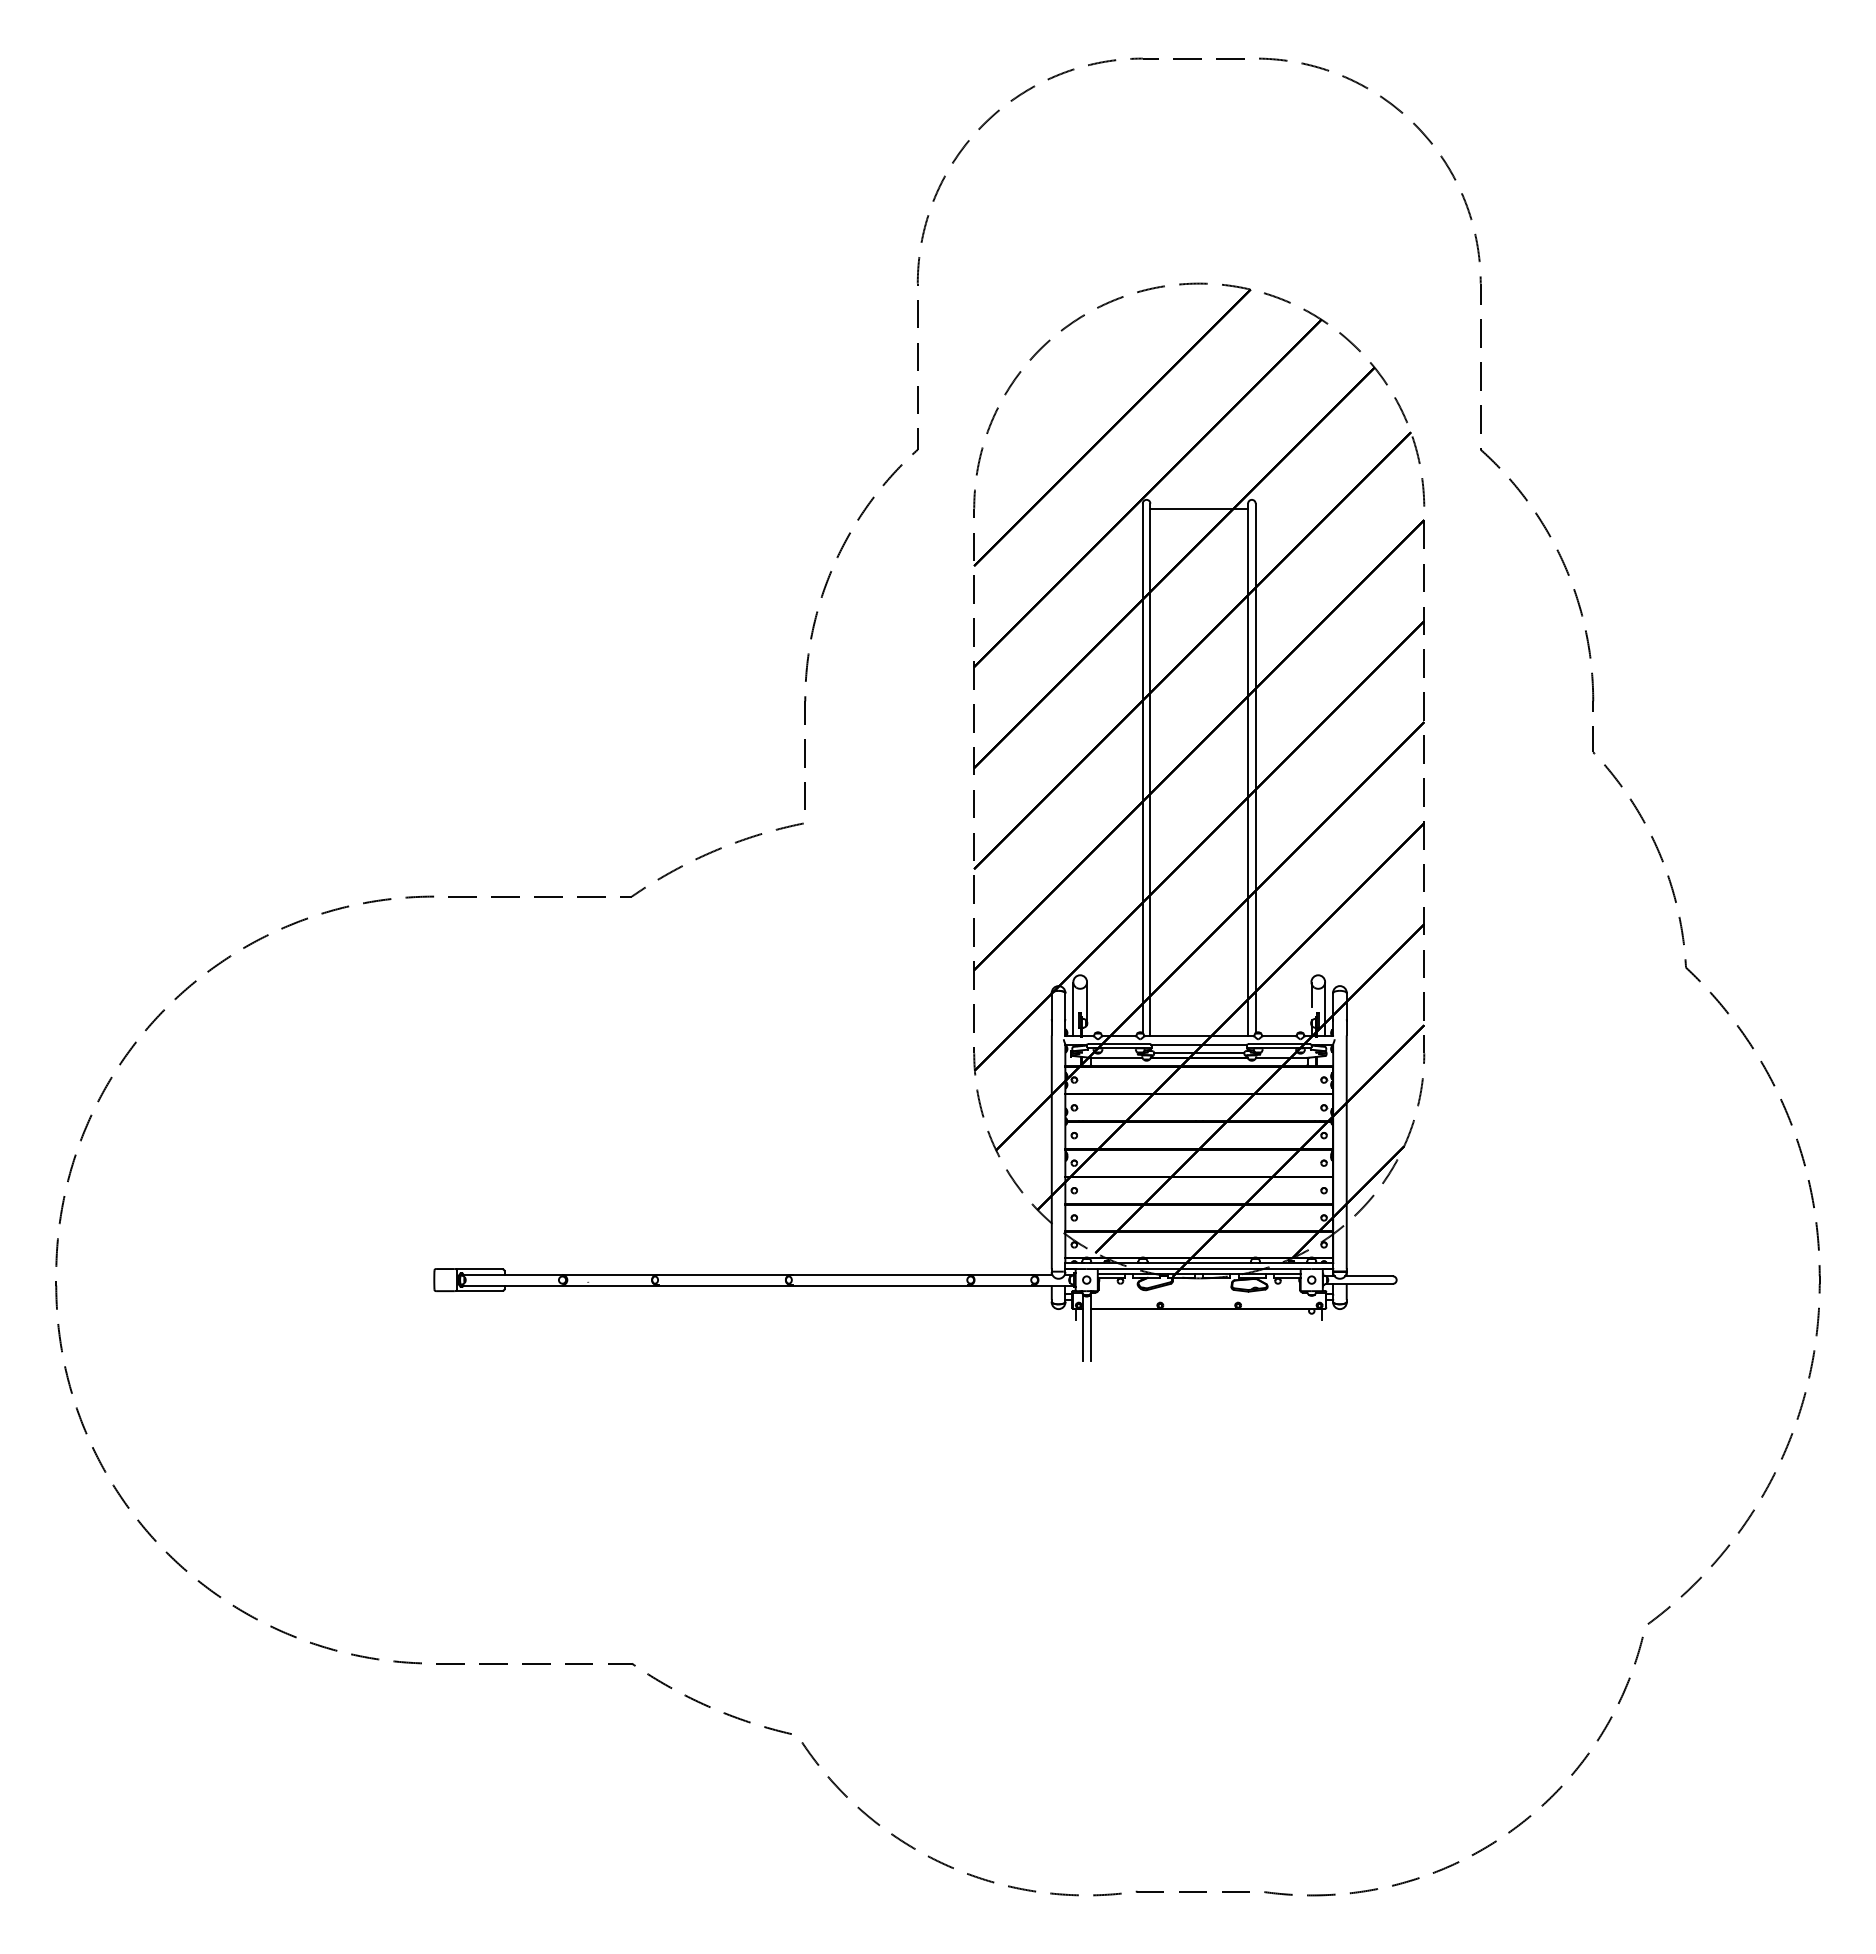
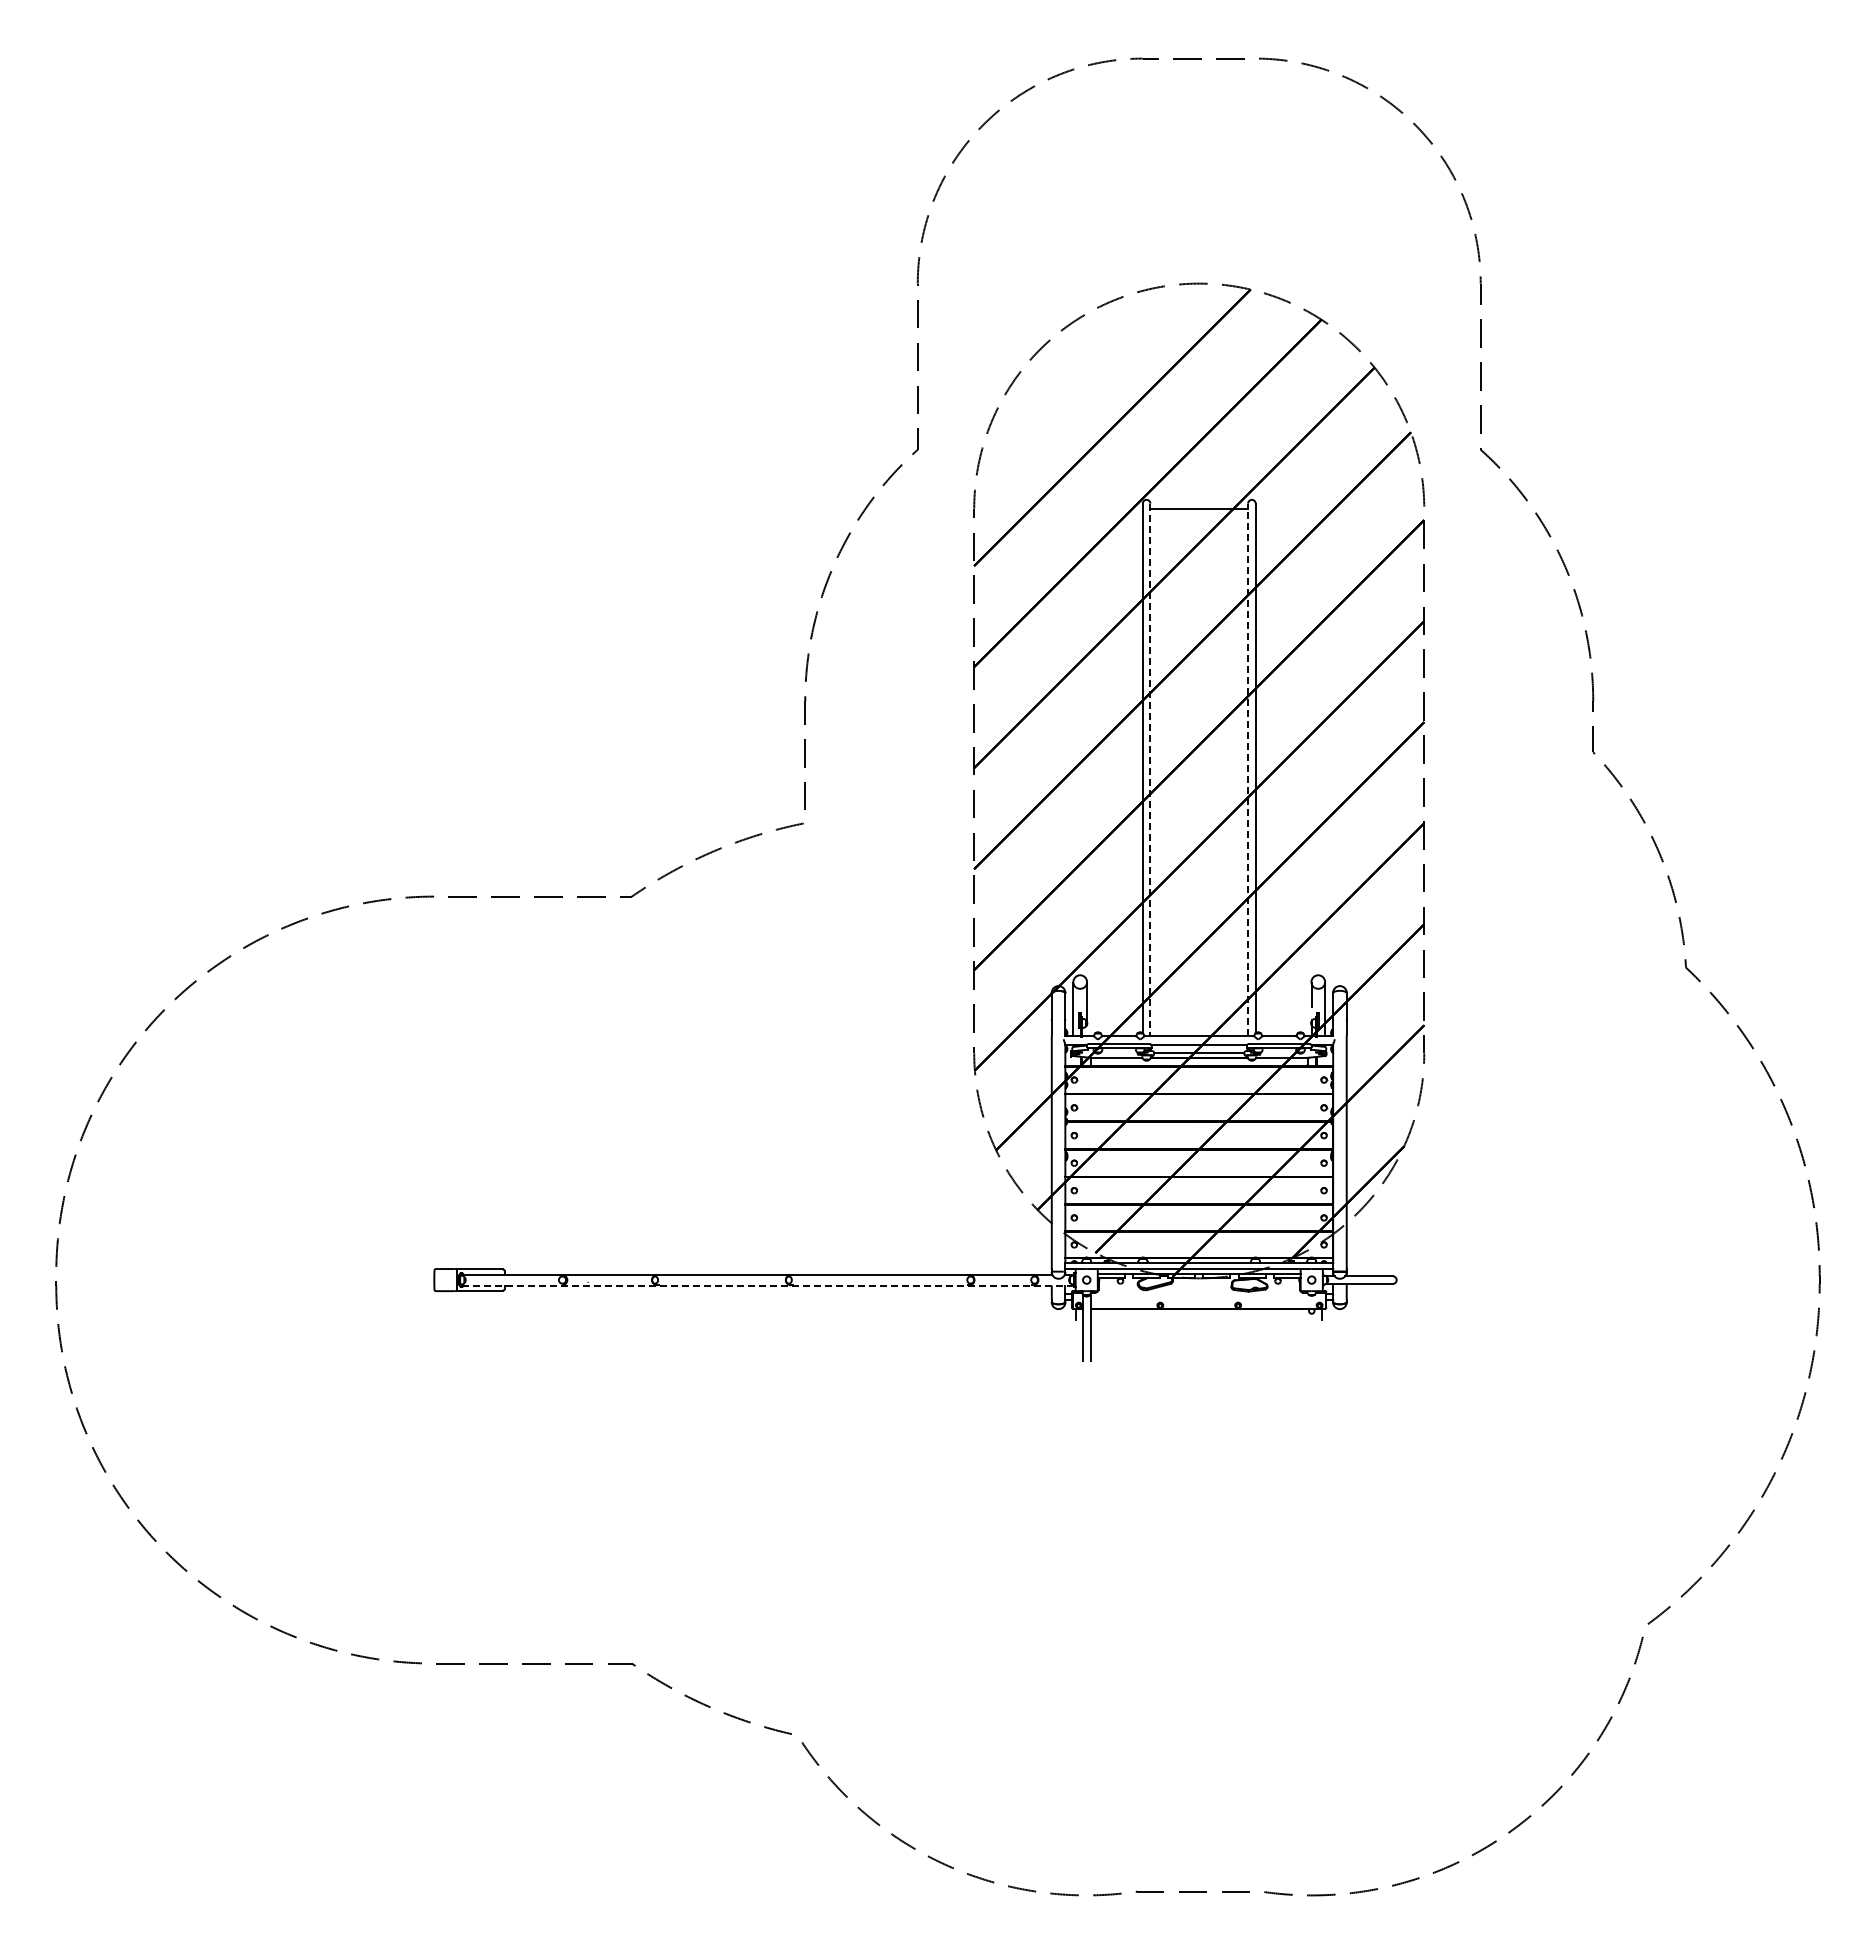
line at (1248, 769): solid -> dashed
line at (1150, 770): solid -> dashed
line at (768, 1285): solid -> dashed
